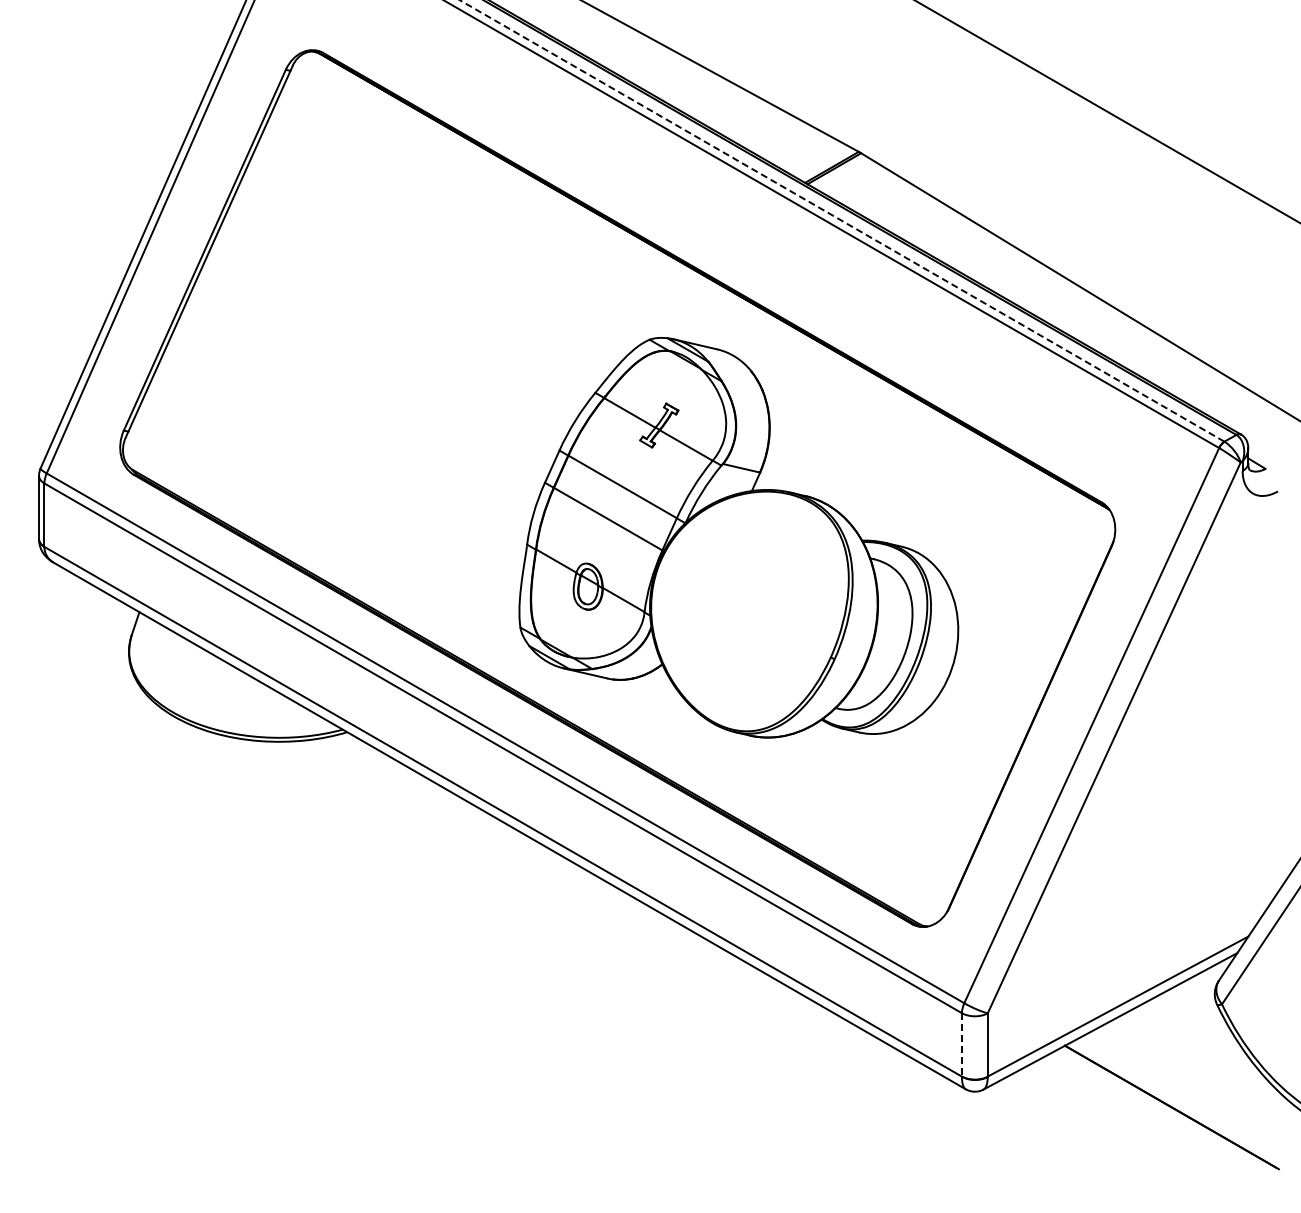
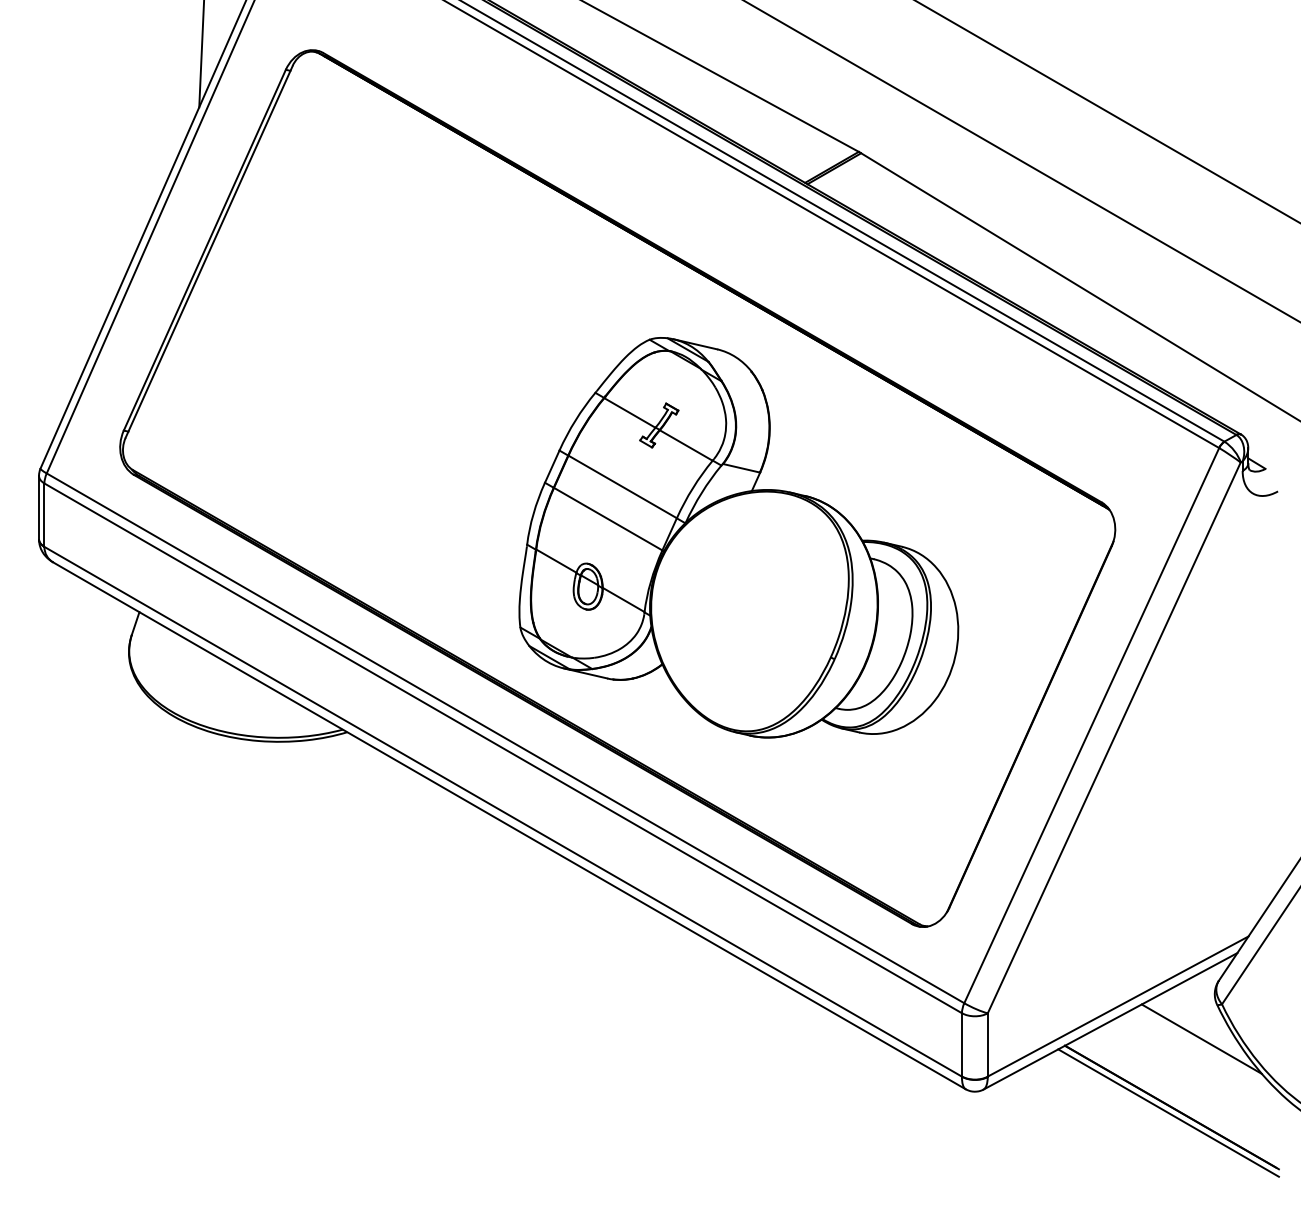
line at (201, 54): none -> present
line at (1021, 161): none -> present
line at (841, 220): dashed -> solid
line at (1201, 1038): none -> present
line at (961, 1044): dashed -> solid
line at (1168, 1112): none -> present
